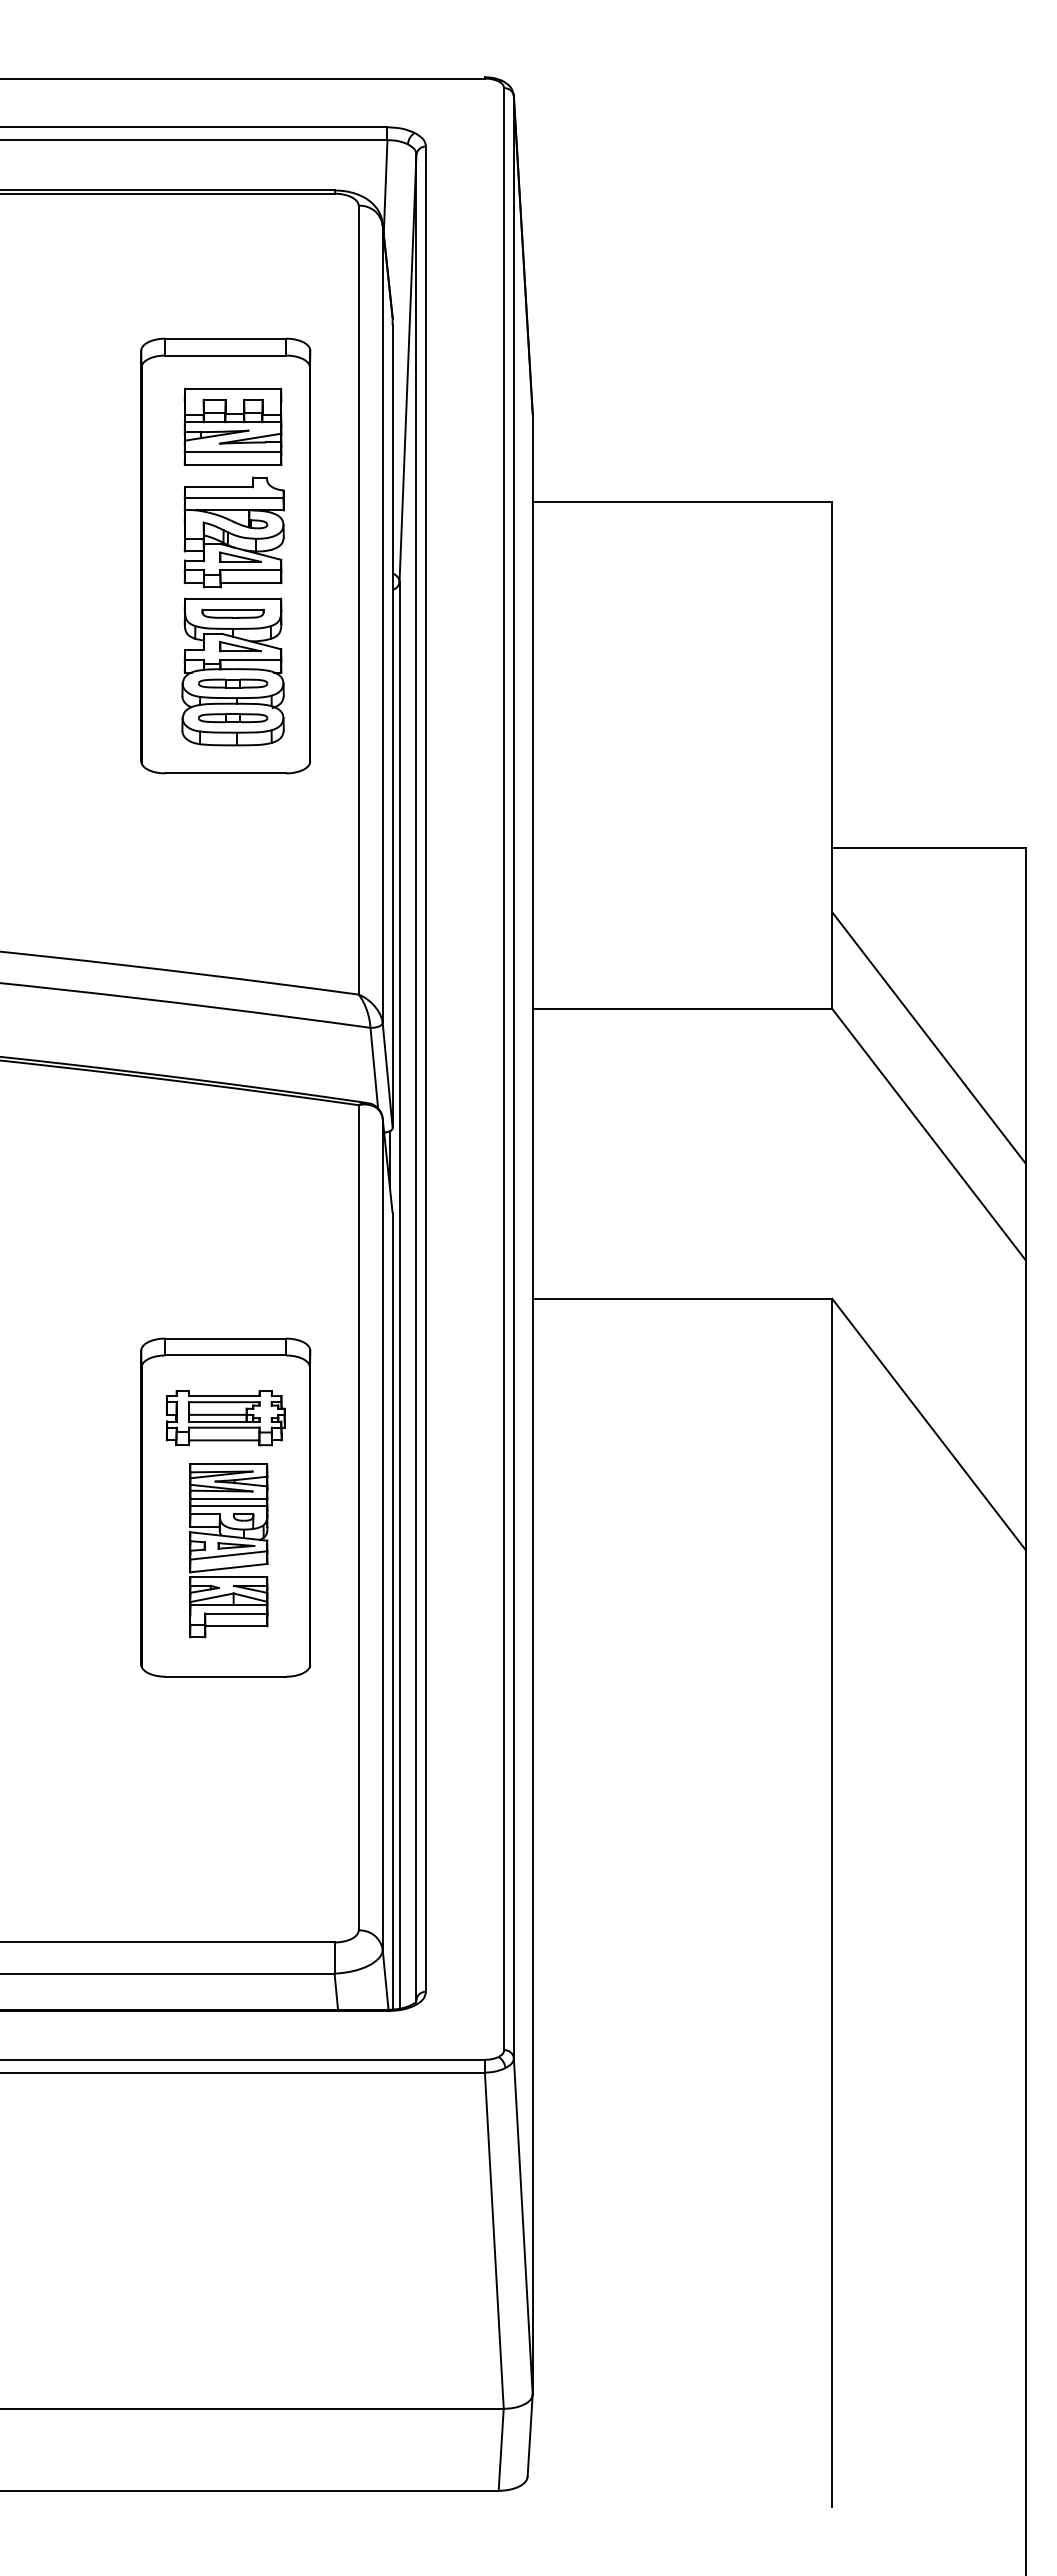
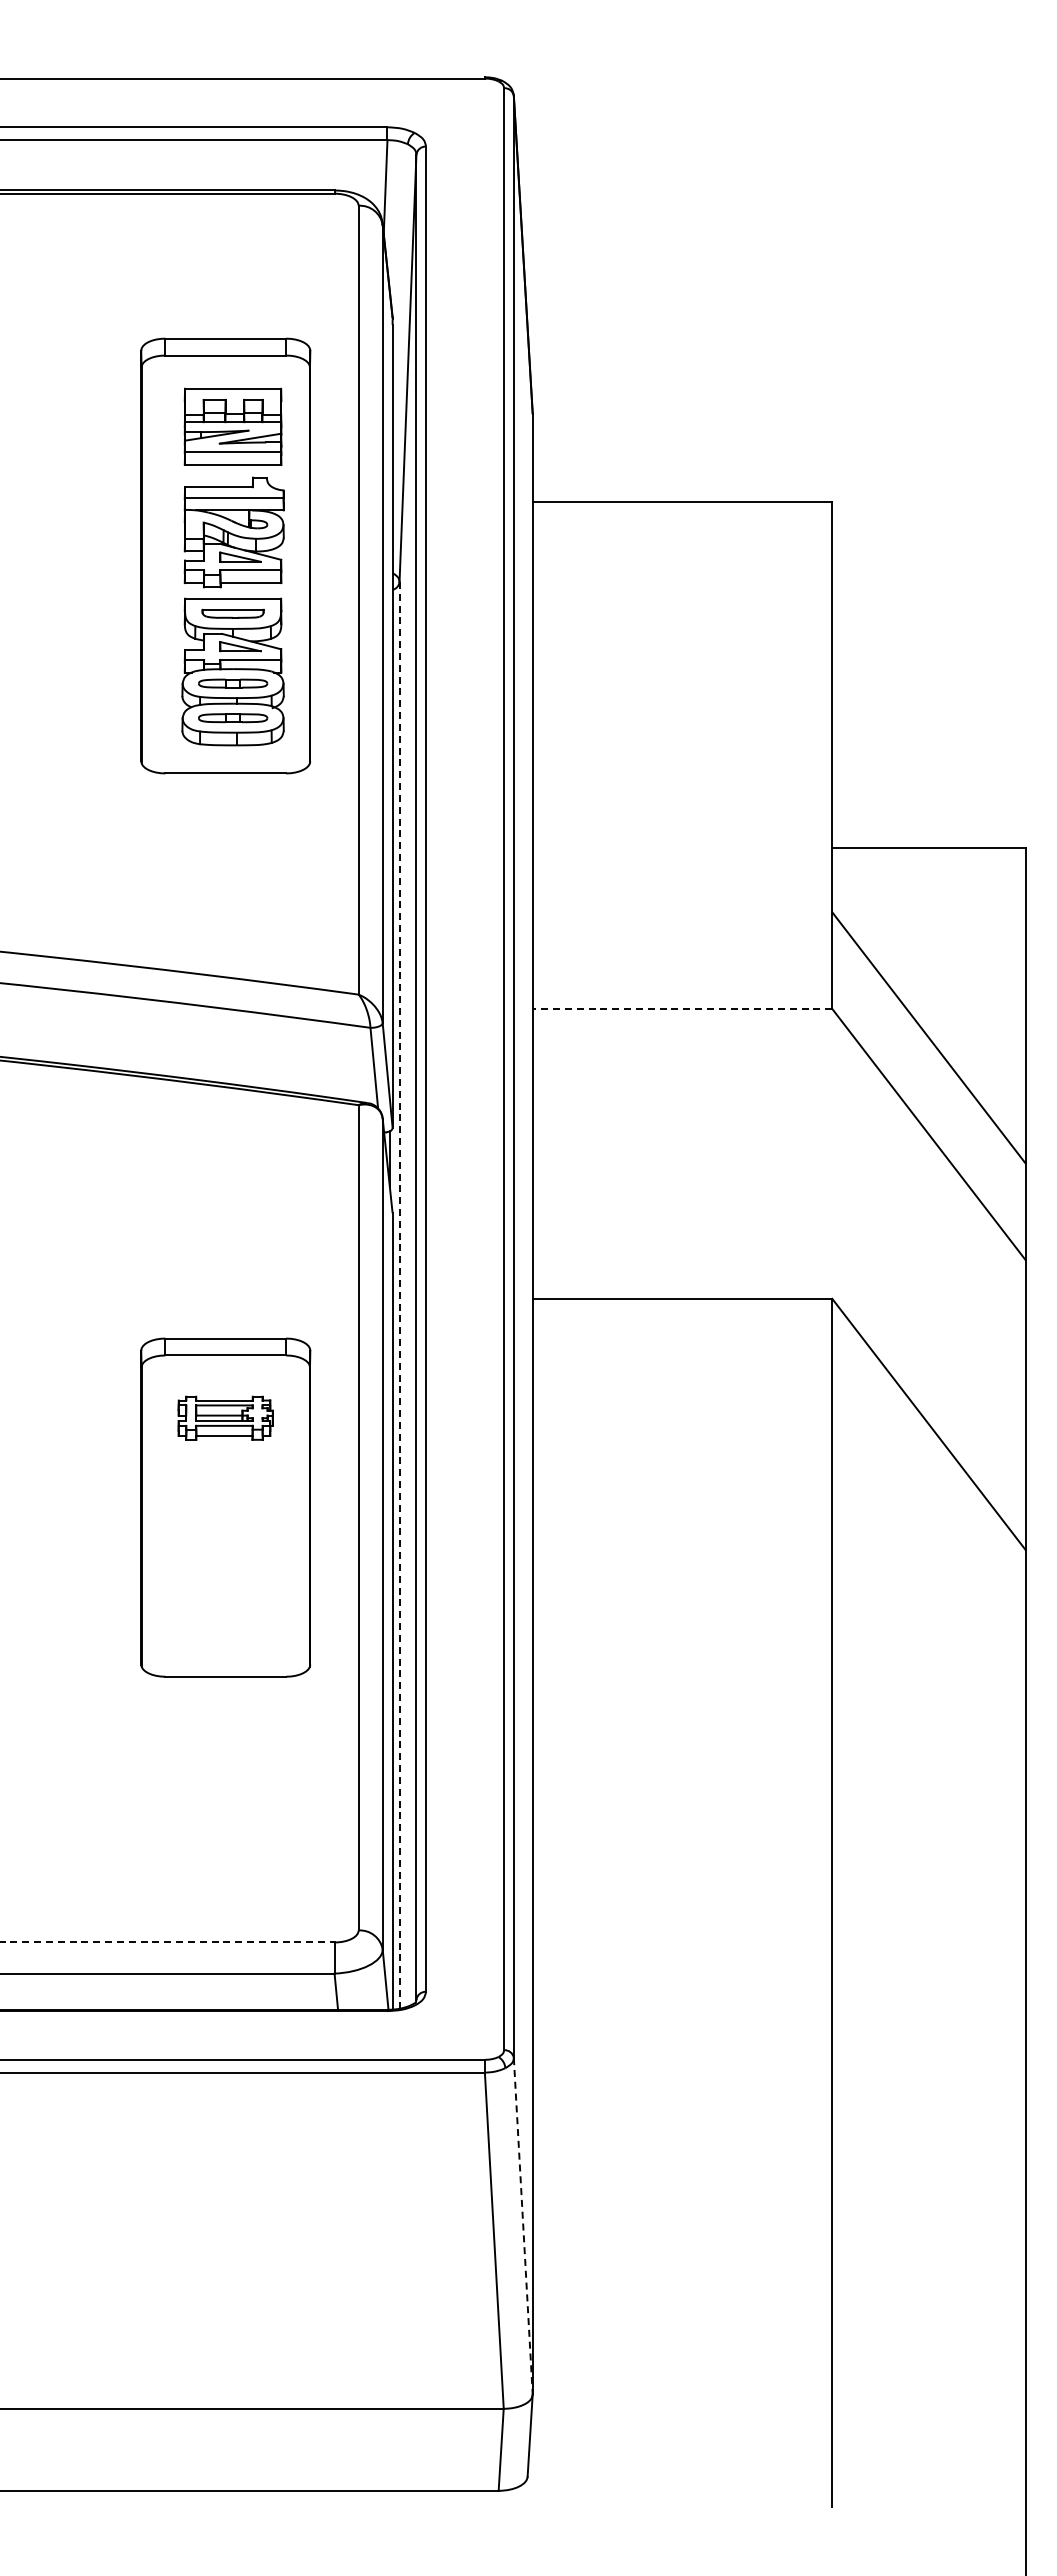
line at (682, 1008): solid -> dashed
line at (399, 1294): solid -> dashed
part at (225, 1418) size: 121x57 px -> 97x46 px
part at (228, 1550): present -> none
line at (167, 1942): solid -> dashed
line at (523, 2226): solid -> dashed
